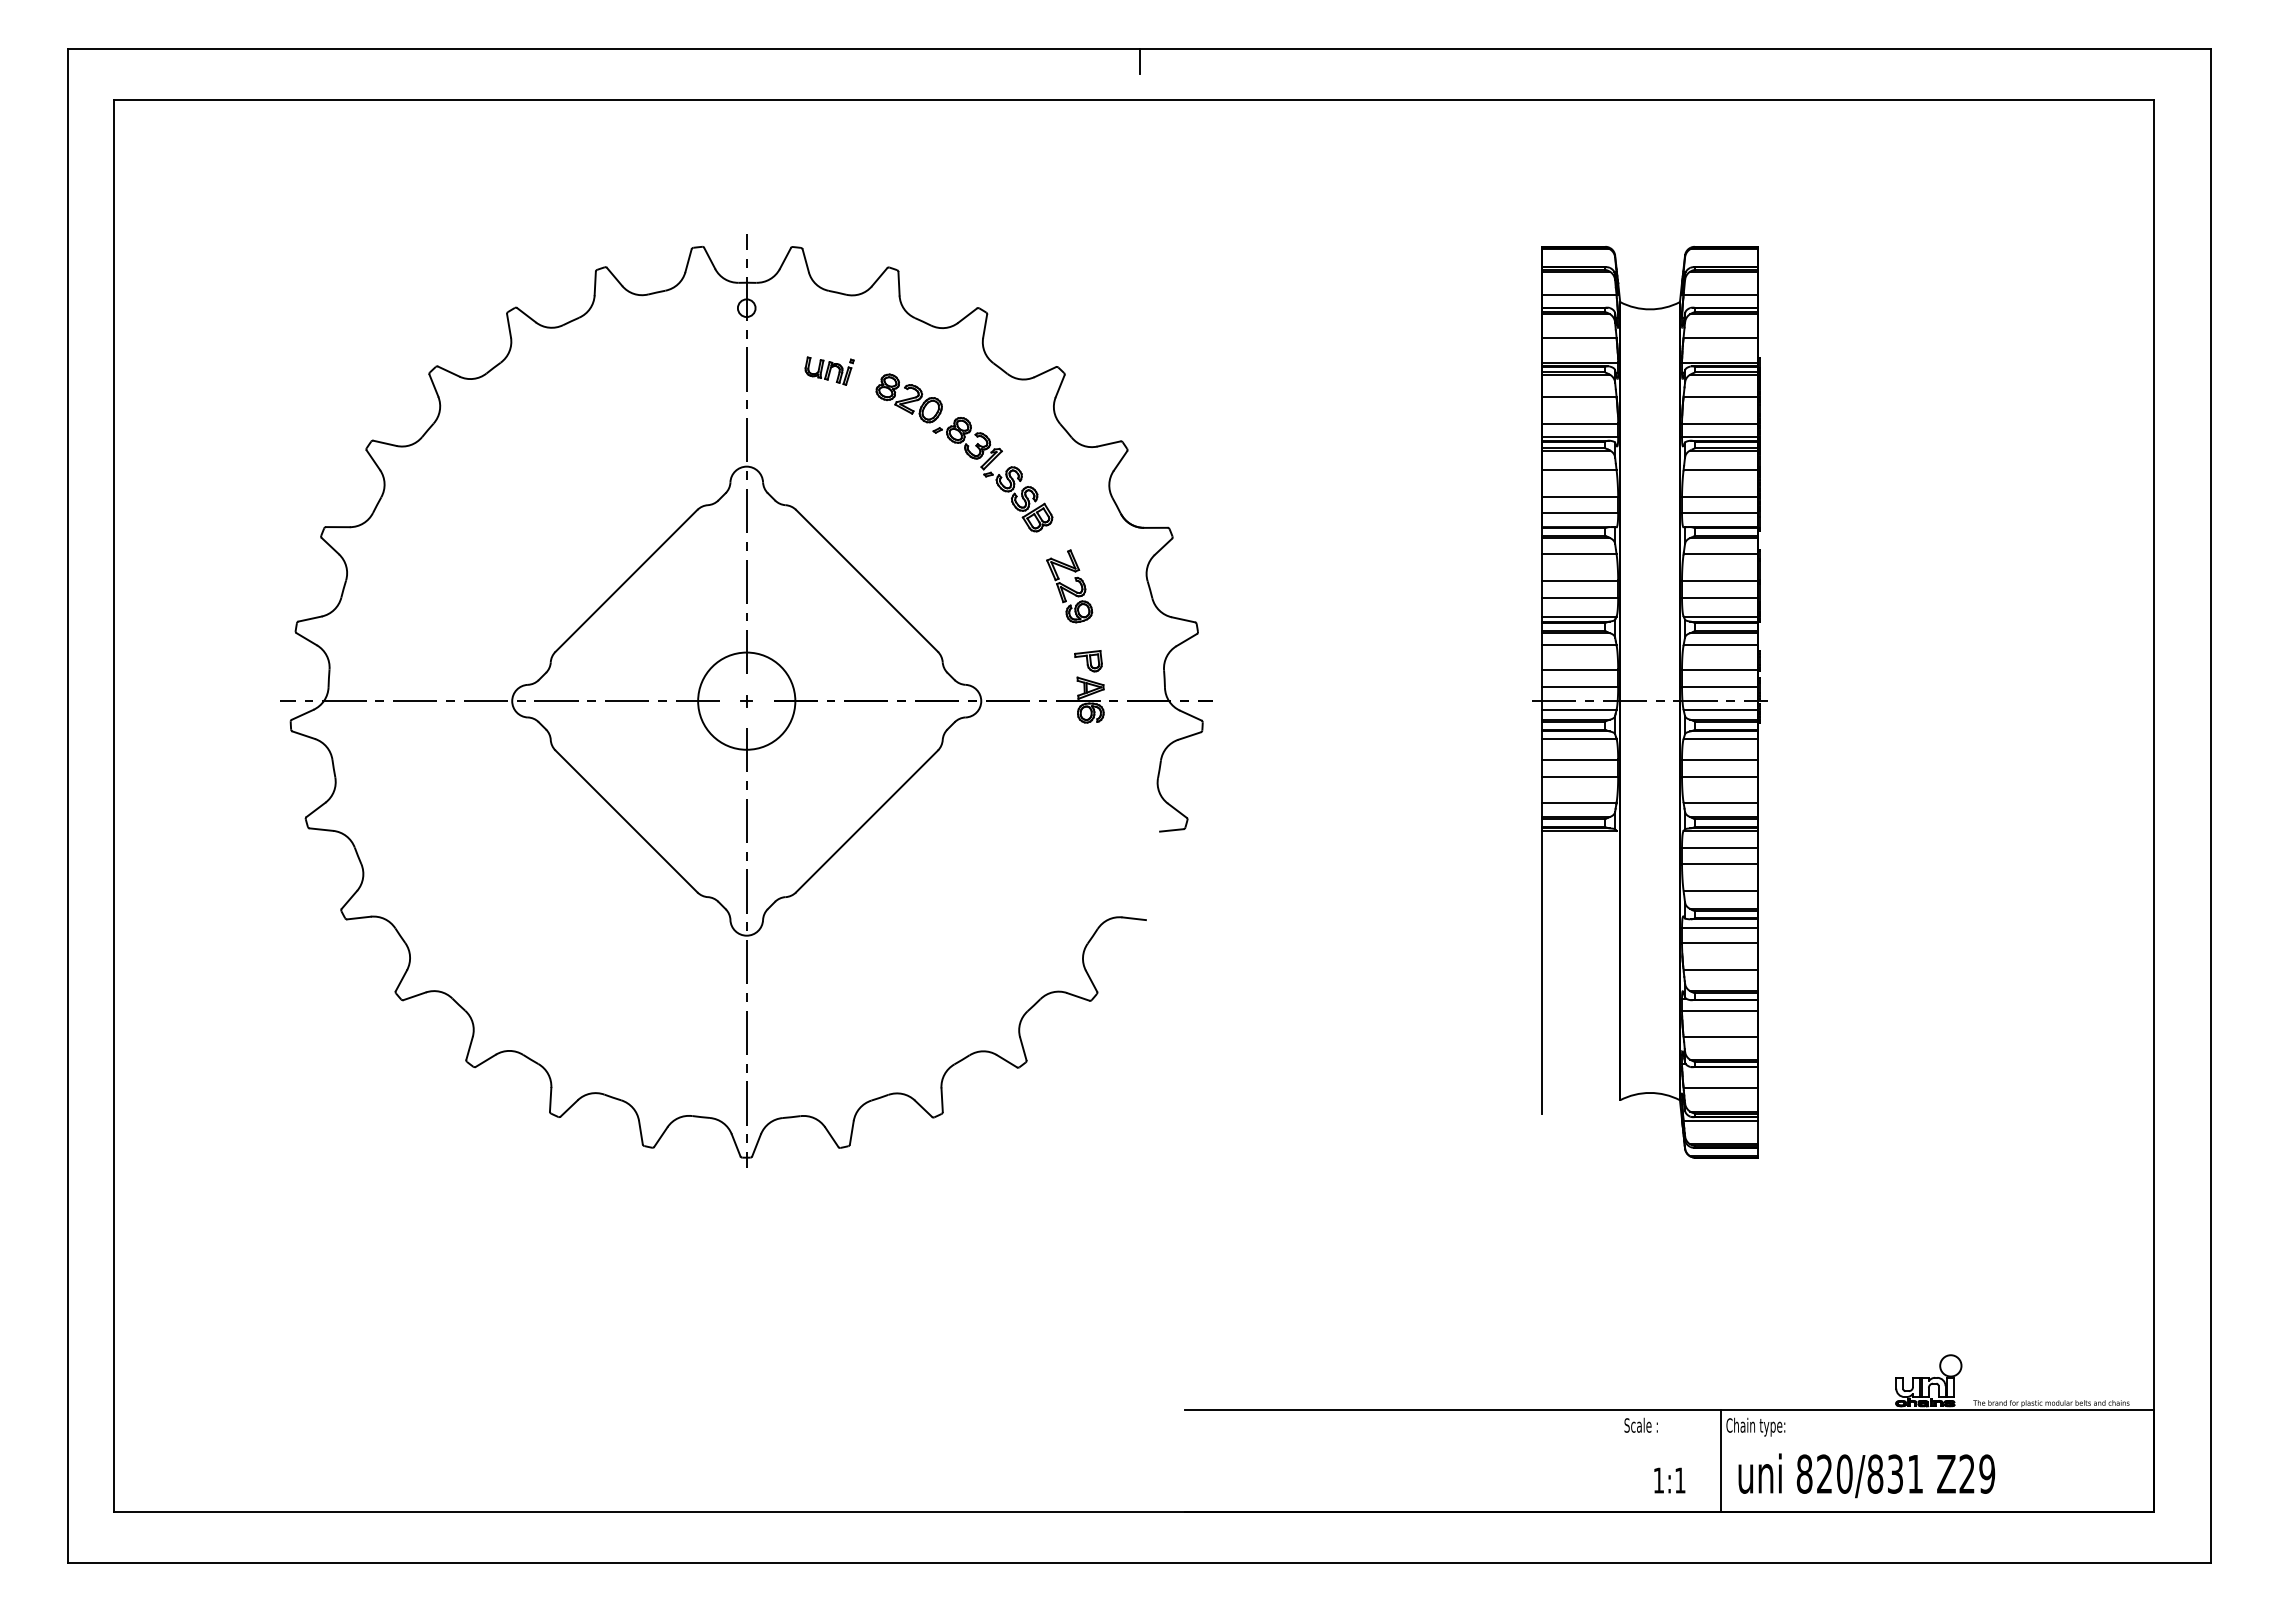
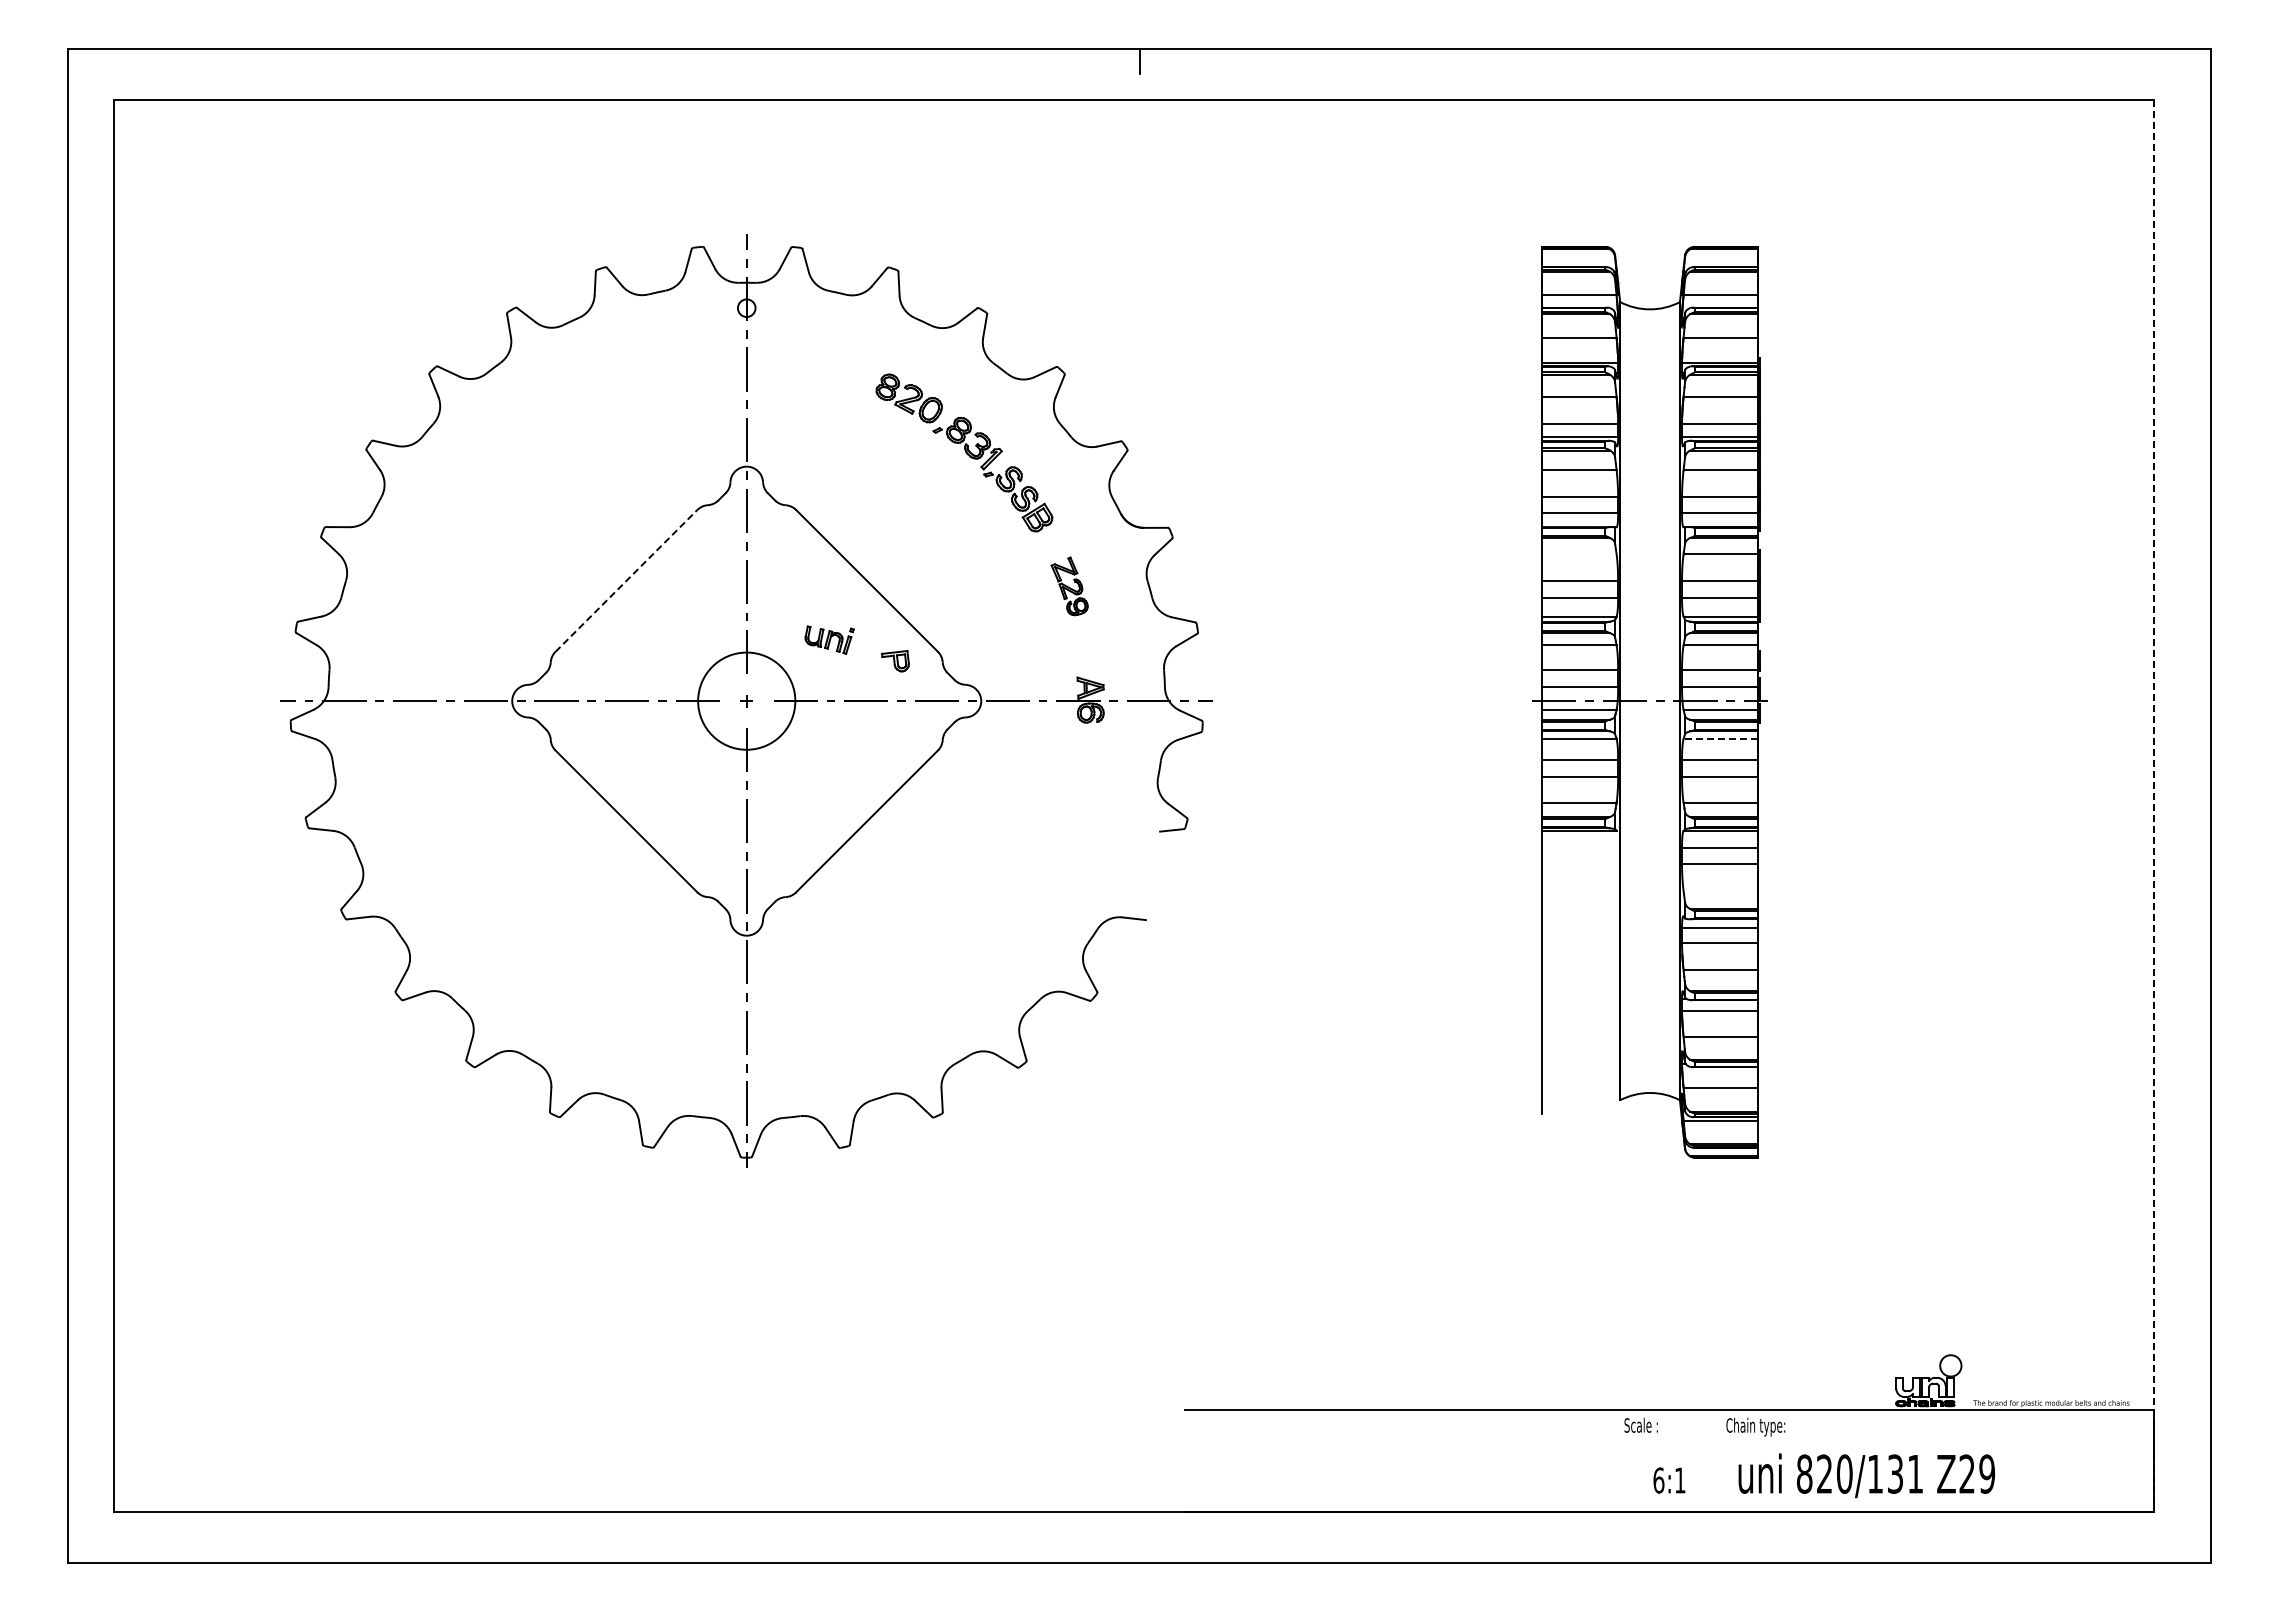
part at (829, 370) position: (829, 370) -> (829, 639)
line at (1579, 554): present -> none
line at (626, 580): solid -> dashed
part at (1069, 586) size: 48x75 px -> 39x61 px
part at (1088, 661) position: (1088, 661) -> (895, 661)
line at (1720, 738): solid -> dashed
line at (2154, 806): solid -> dashed
line at (1720, 890): present -> none
line at (1720, 1461): present -> none
text at (1875, 1473): 820/831 -> 820/131
text at (1658, 1480): 1:1 -> 6:1
